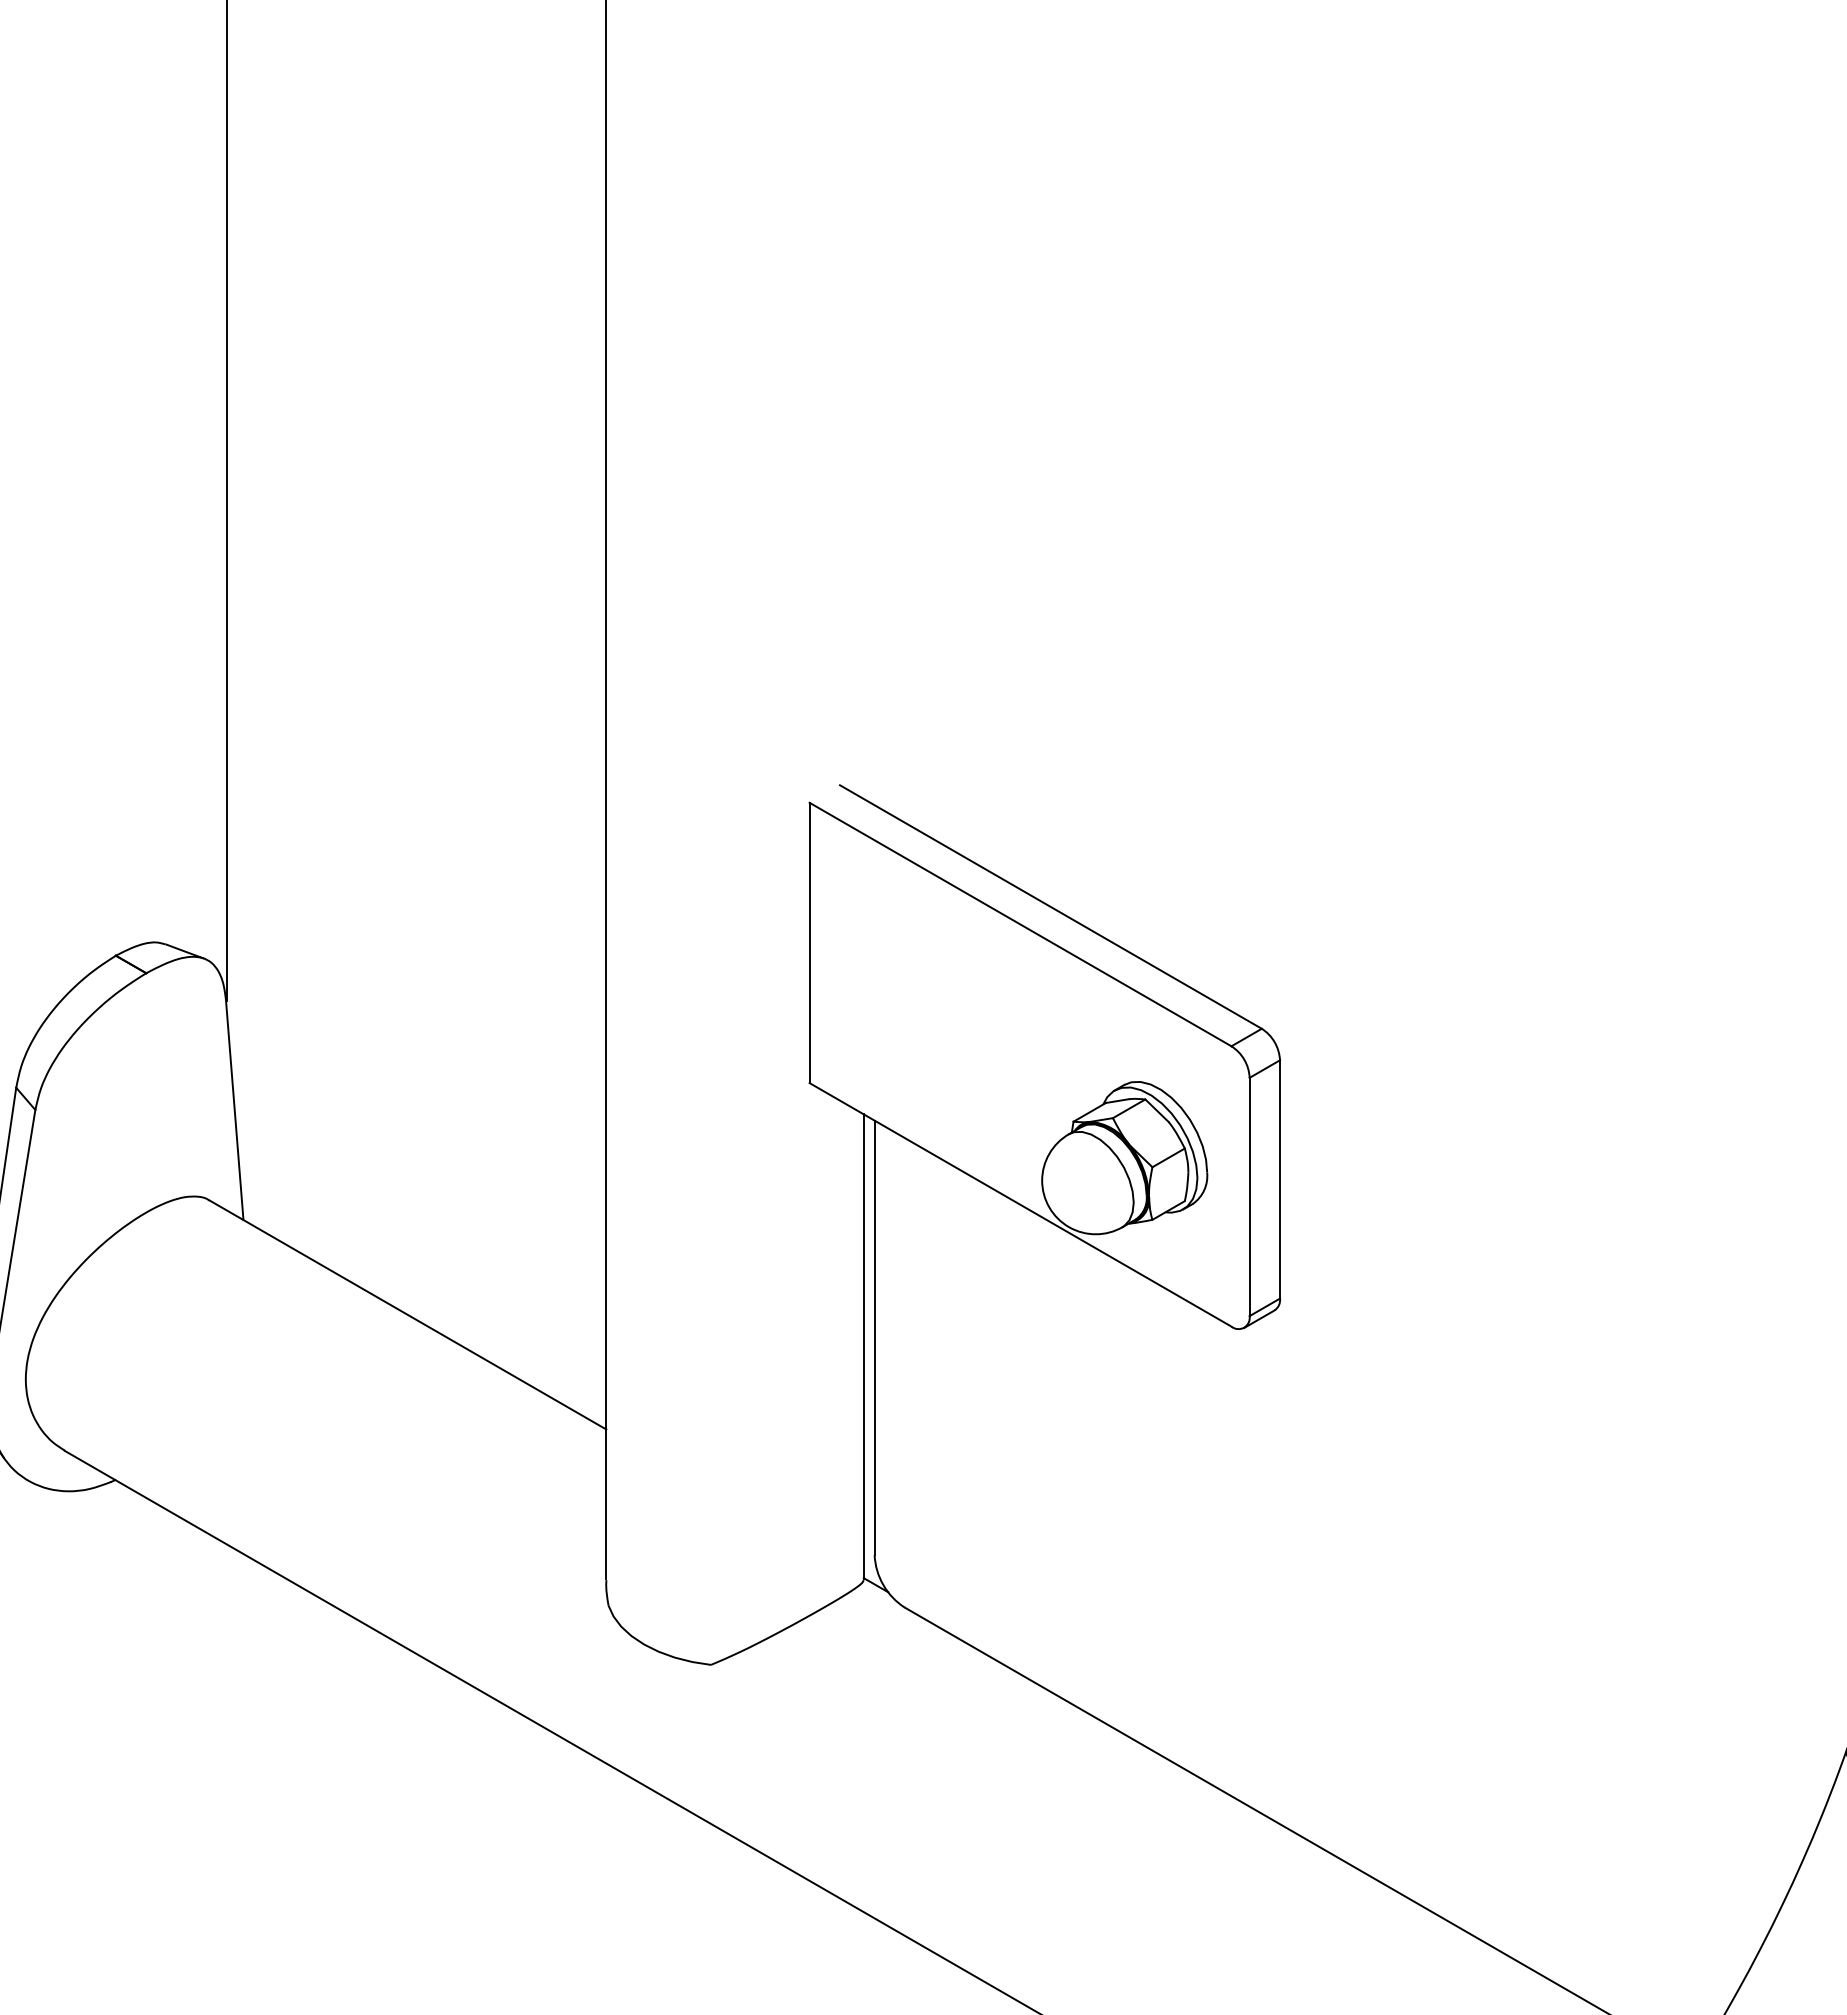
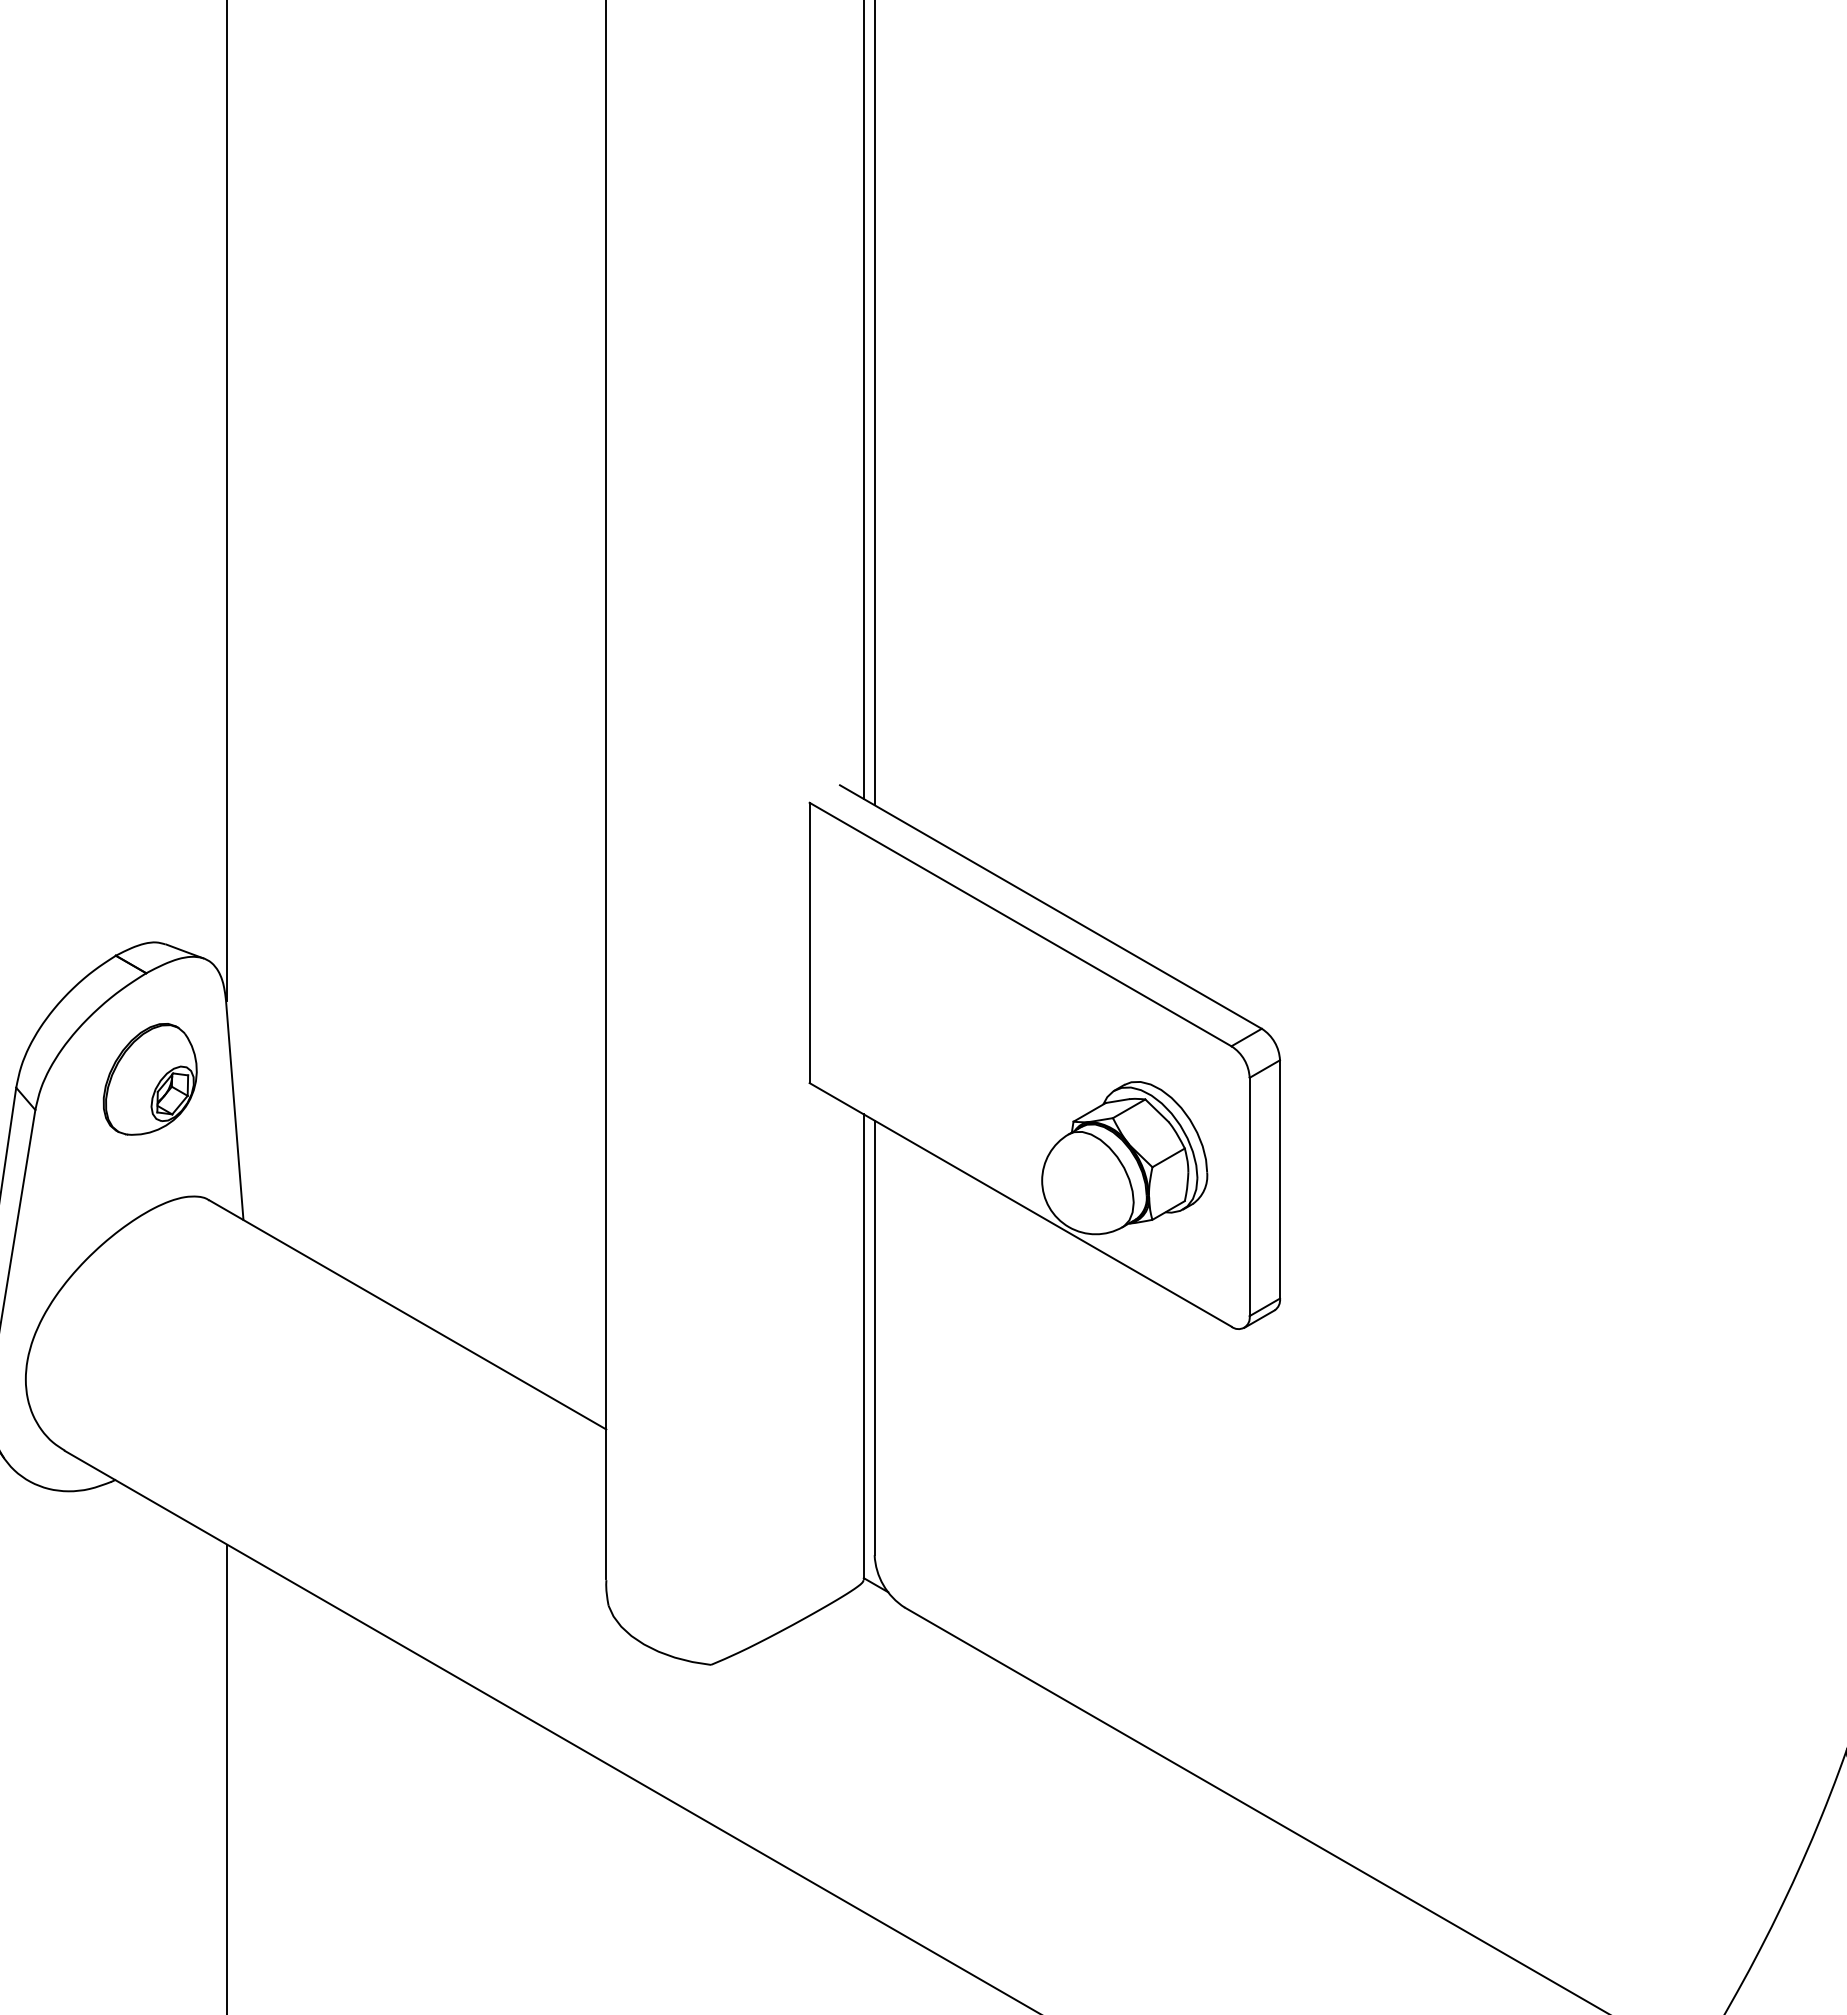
line at (863, 400): none -> present
line at (874, 403): none -> present
part at (149, 1079): none -> present
line at (227, 1777): none -> present
